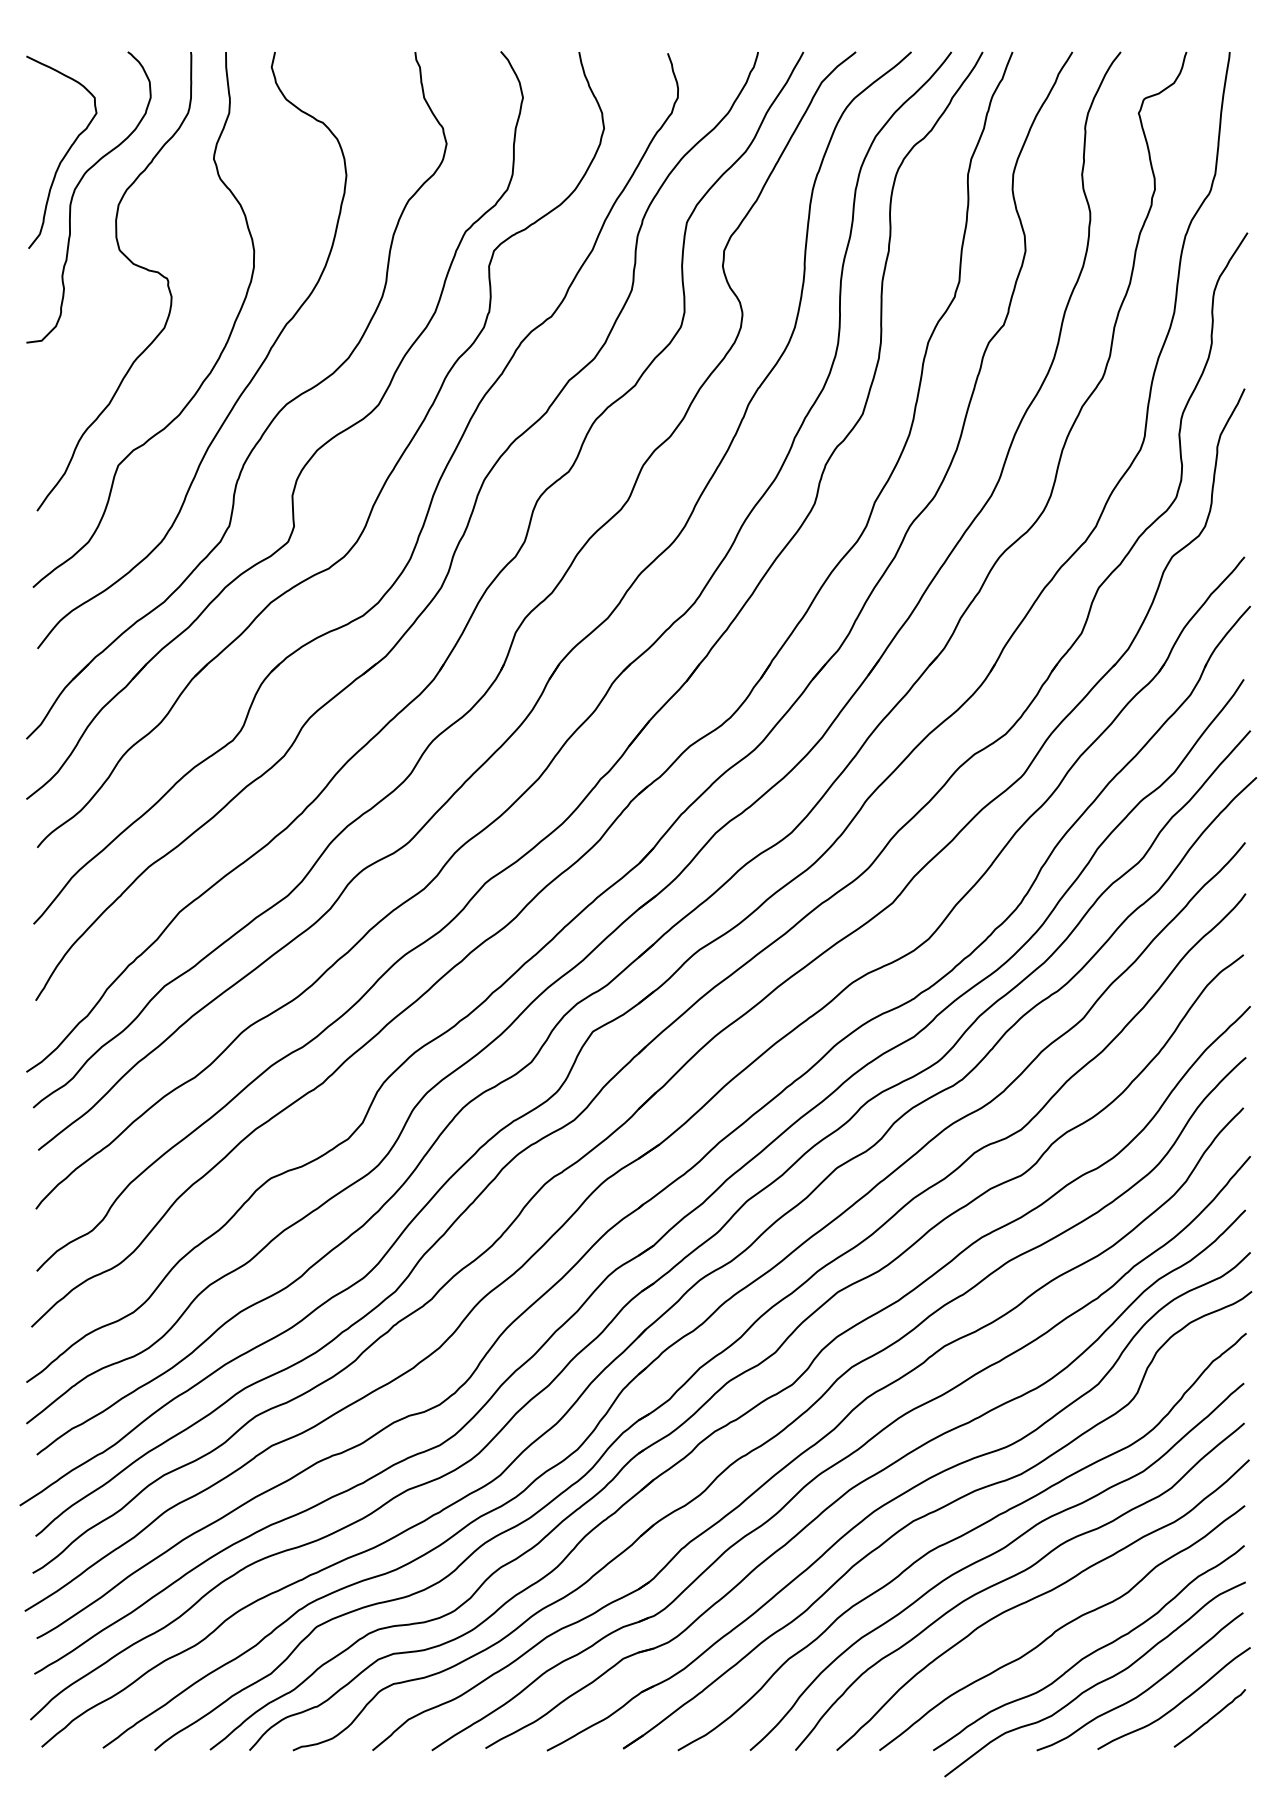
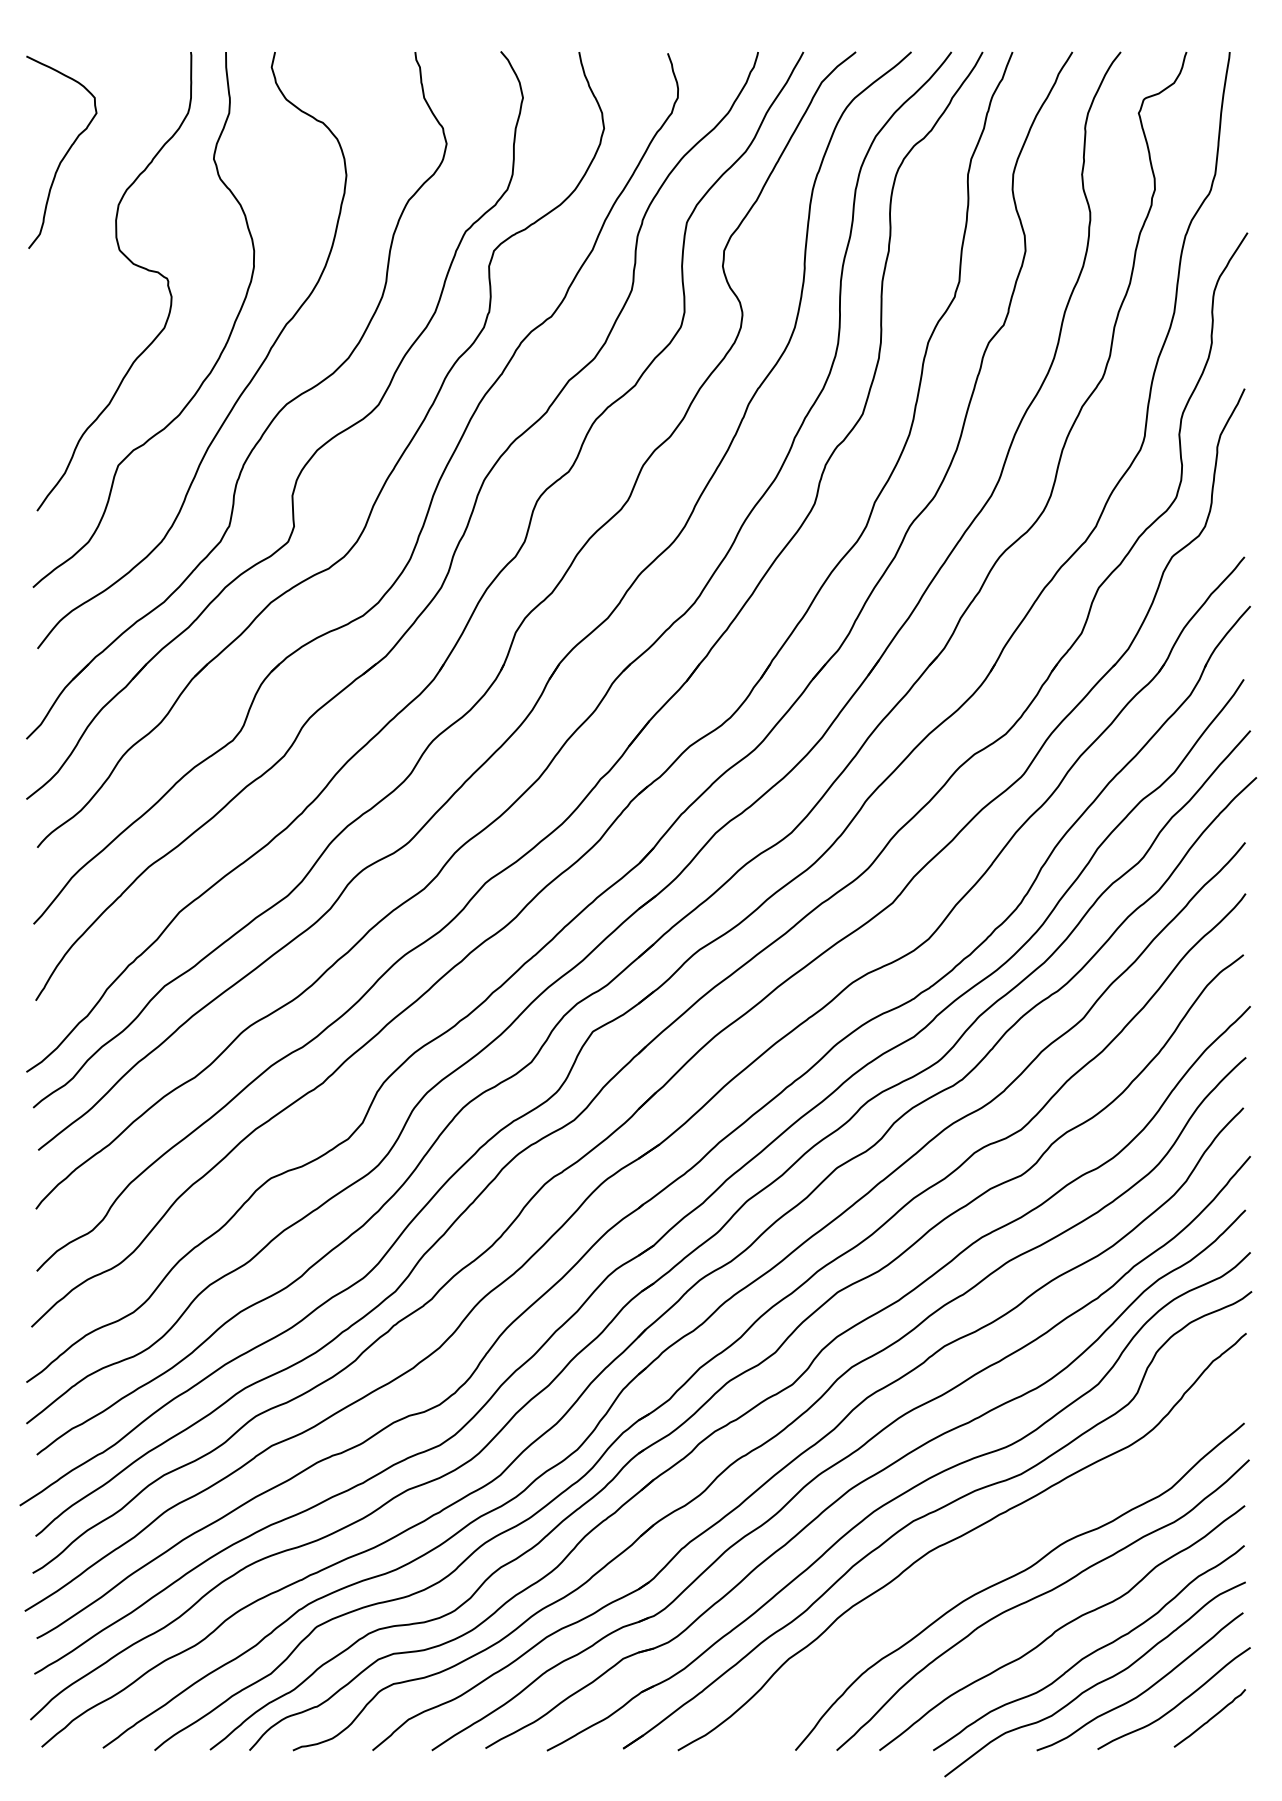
curve at (75, 191): present -> none
curve at (990, 1556): present -> none
